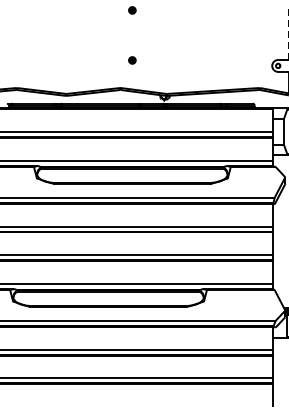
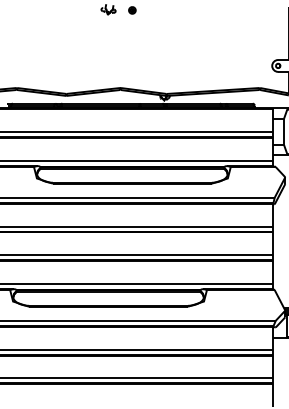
part at (108, 9): none -> present
line at (288, 33): dashed -> solid
part at (132, 60): present -> none
